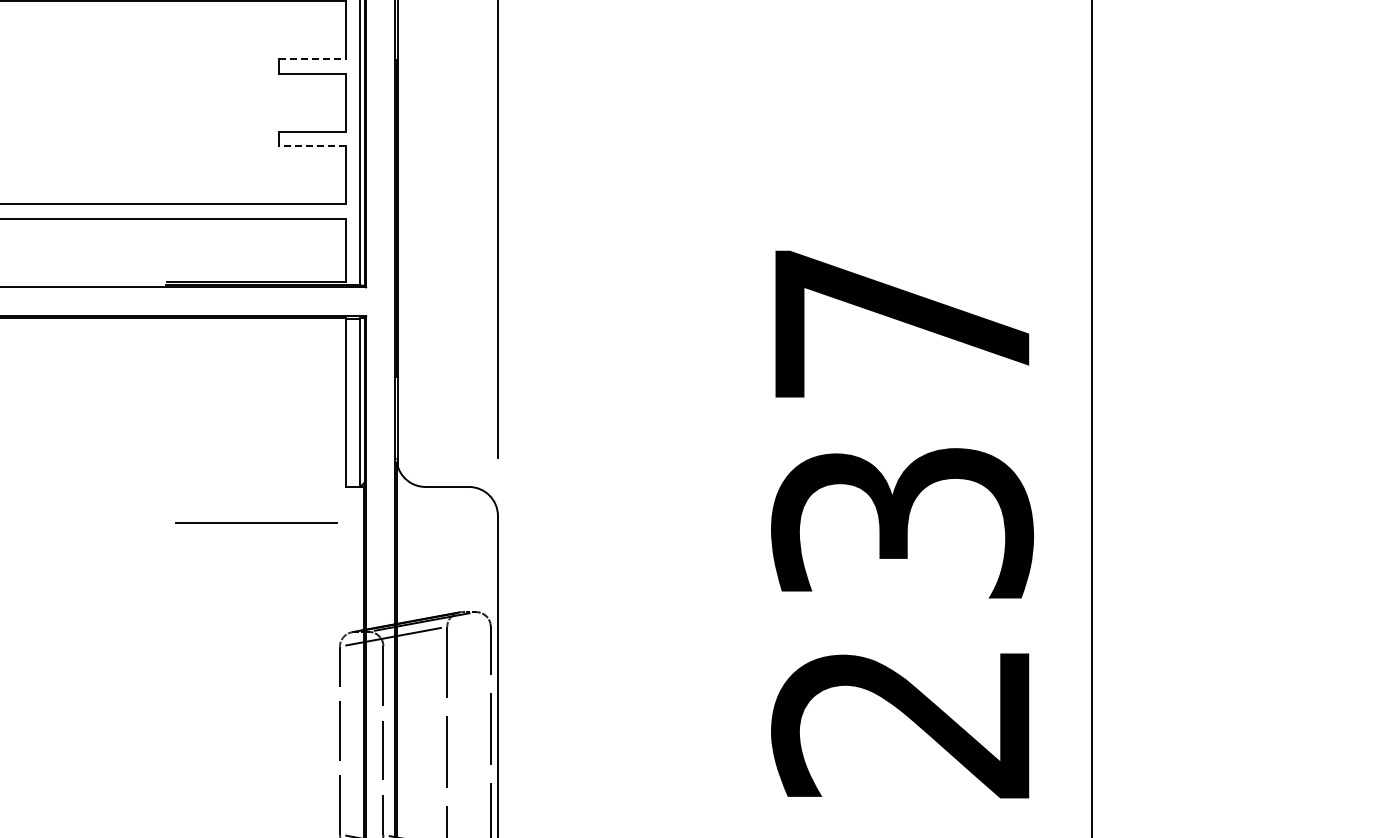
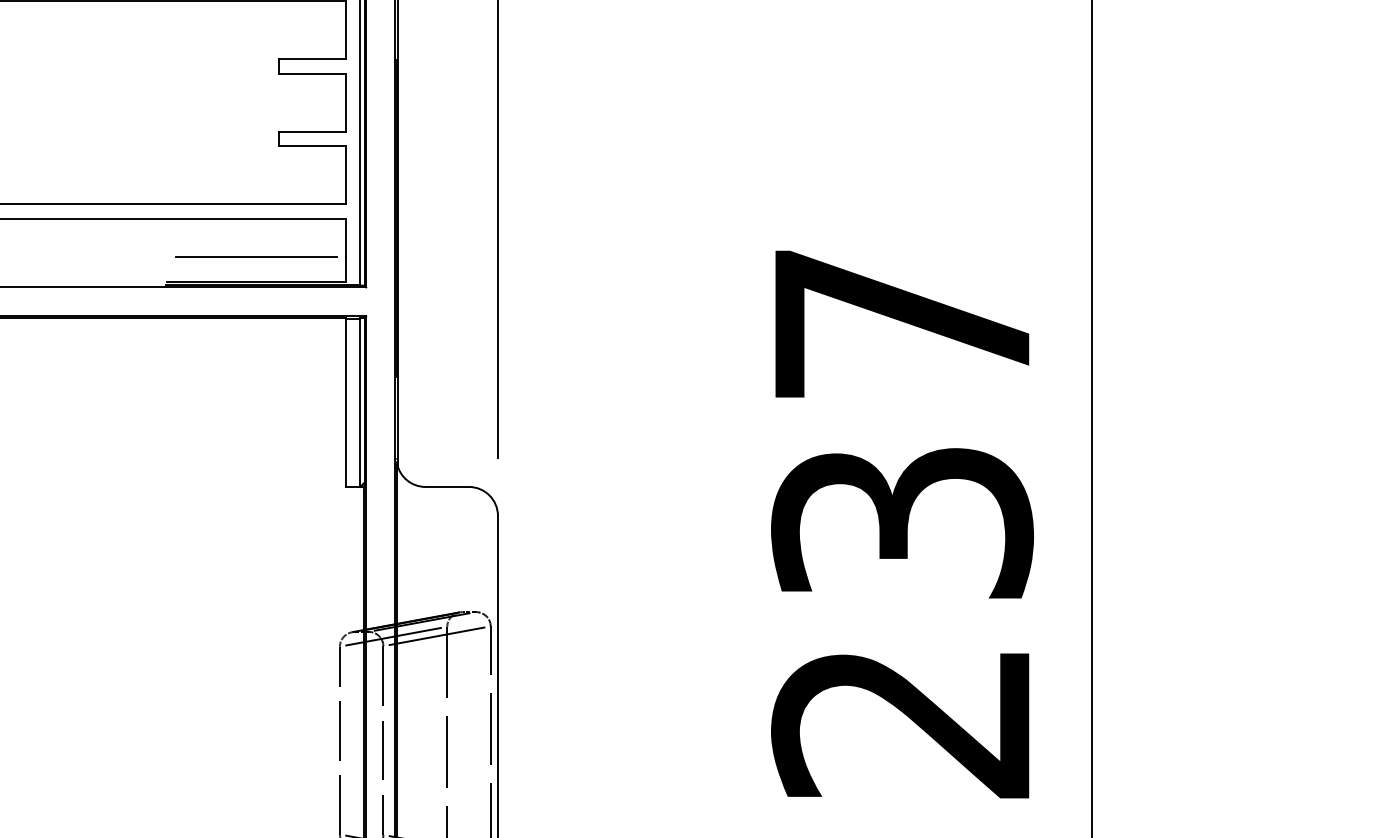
line at (313, 59): dashed -> solid
line at (312, 146): dashed -> solid
line at (256, 522) position: (256, 522) -> (256, 256)
line at (436, 636): none -> present
